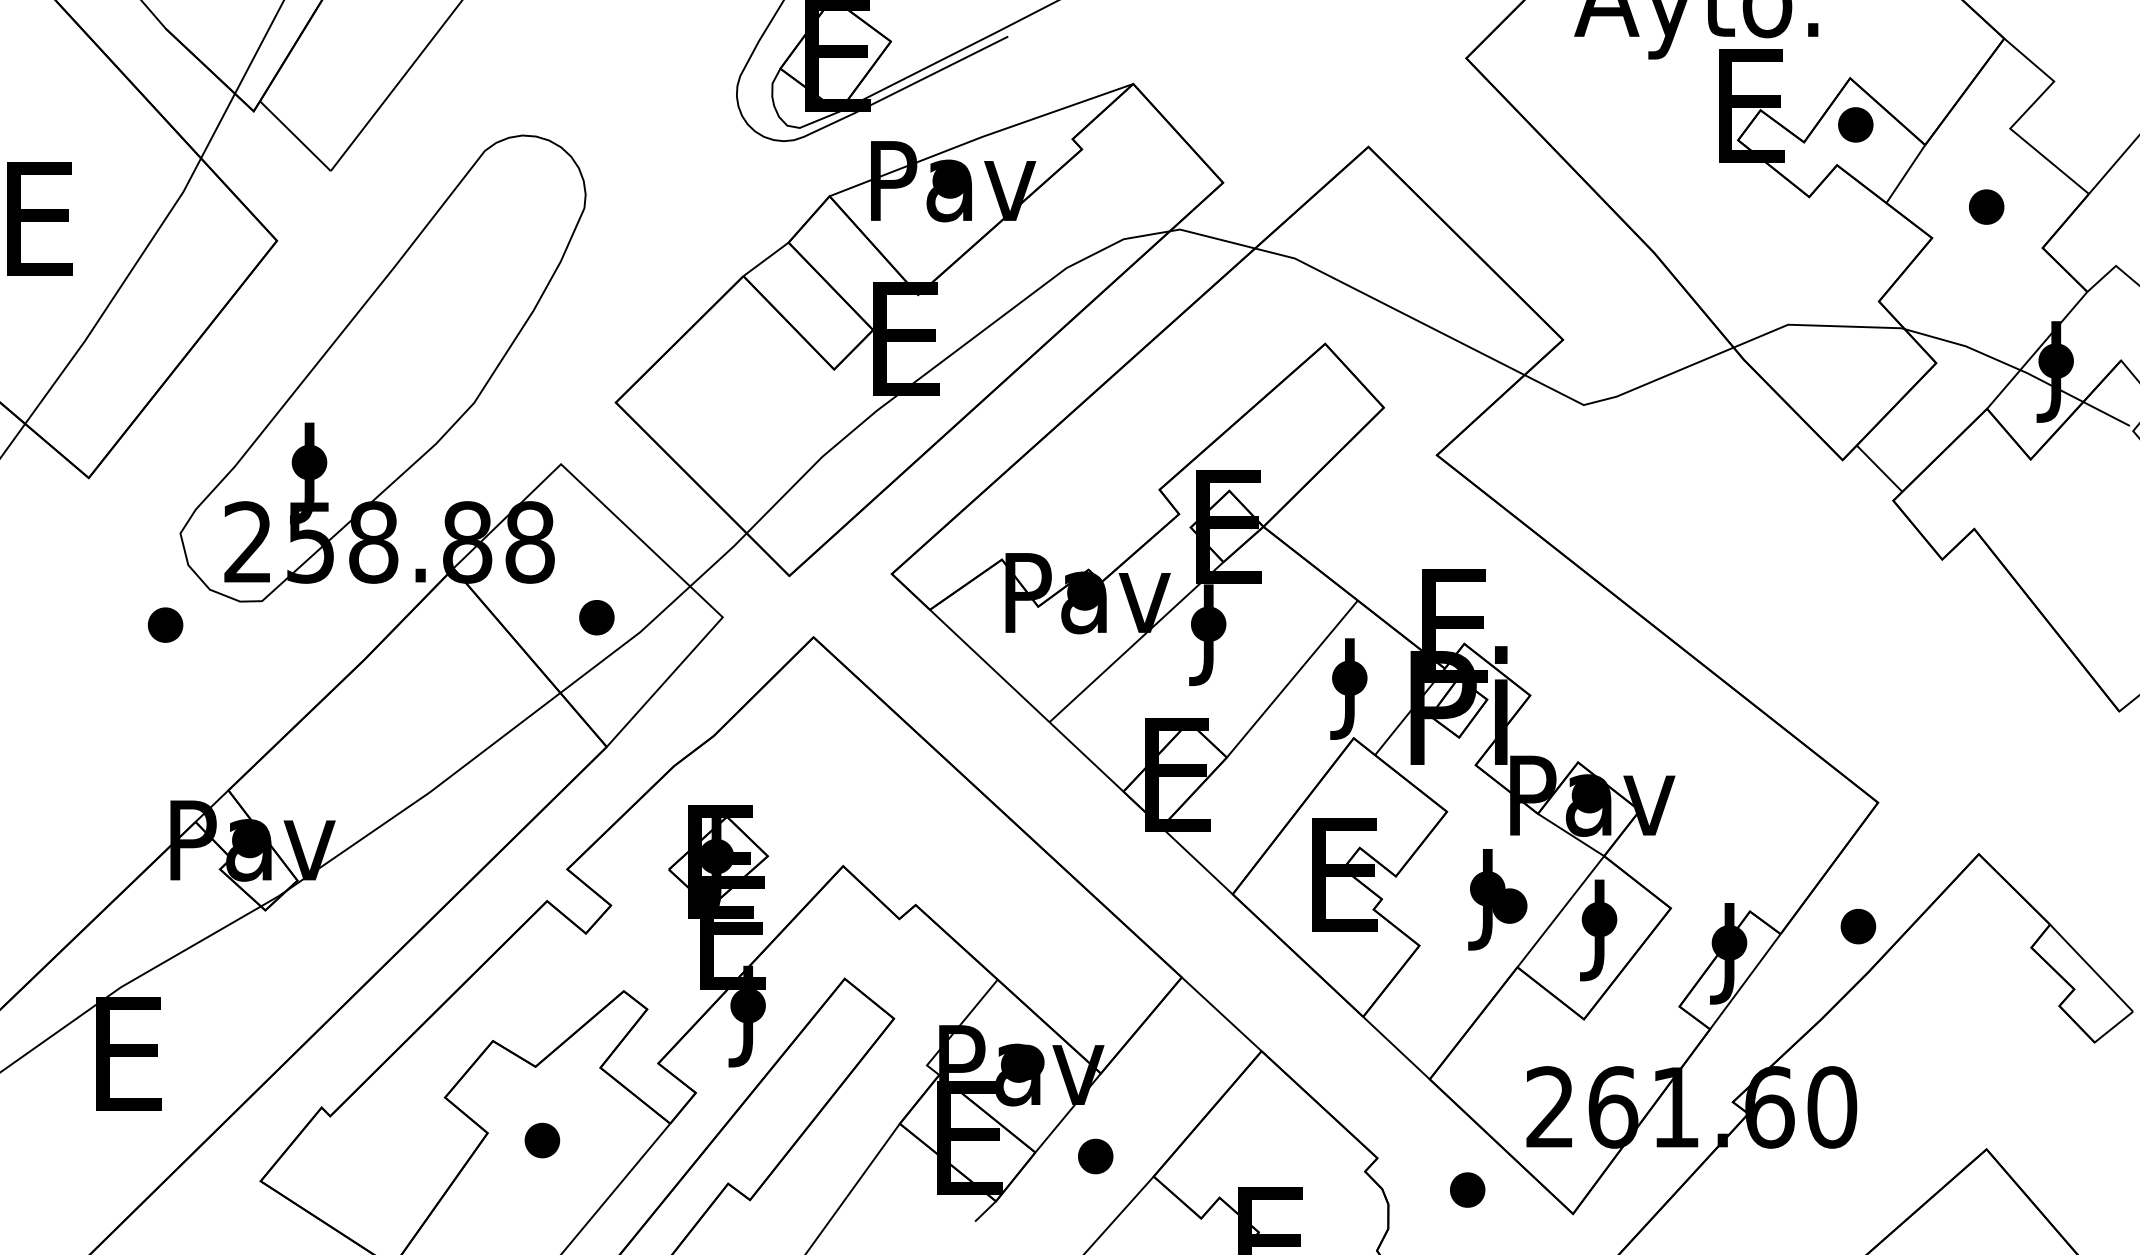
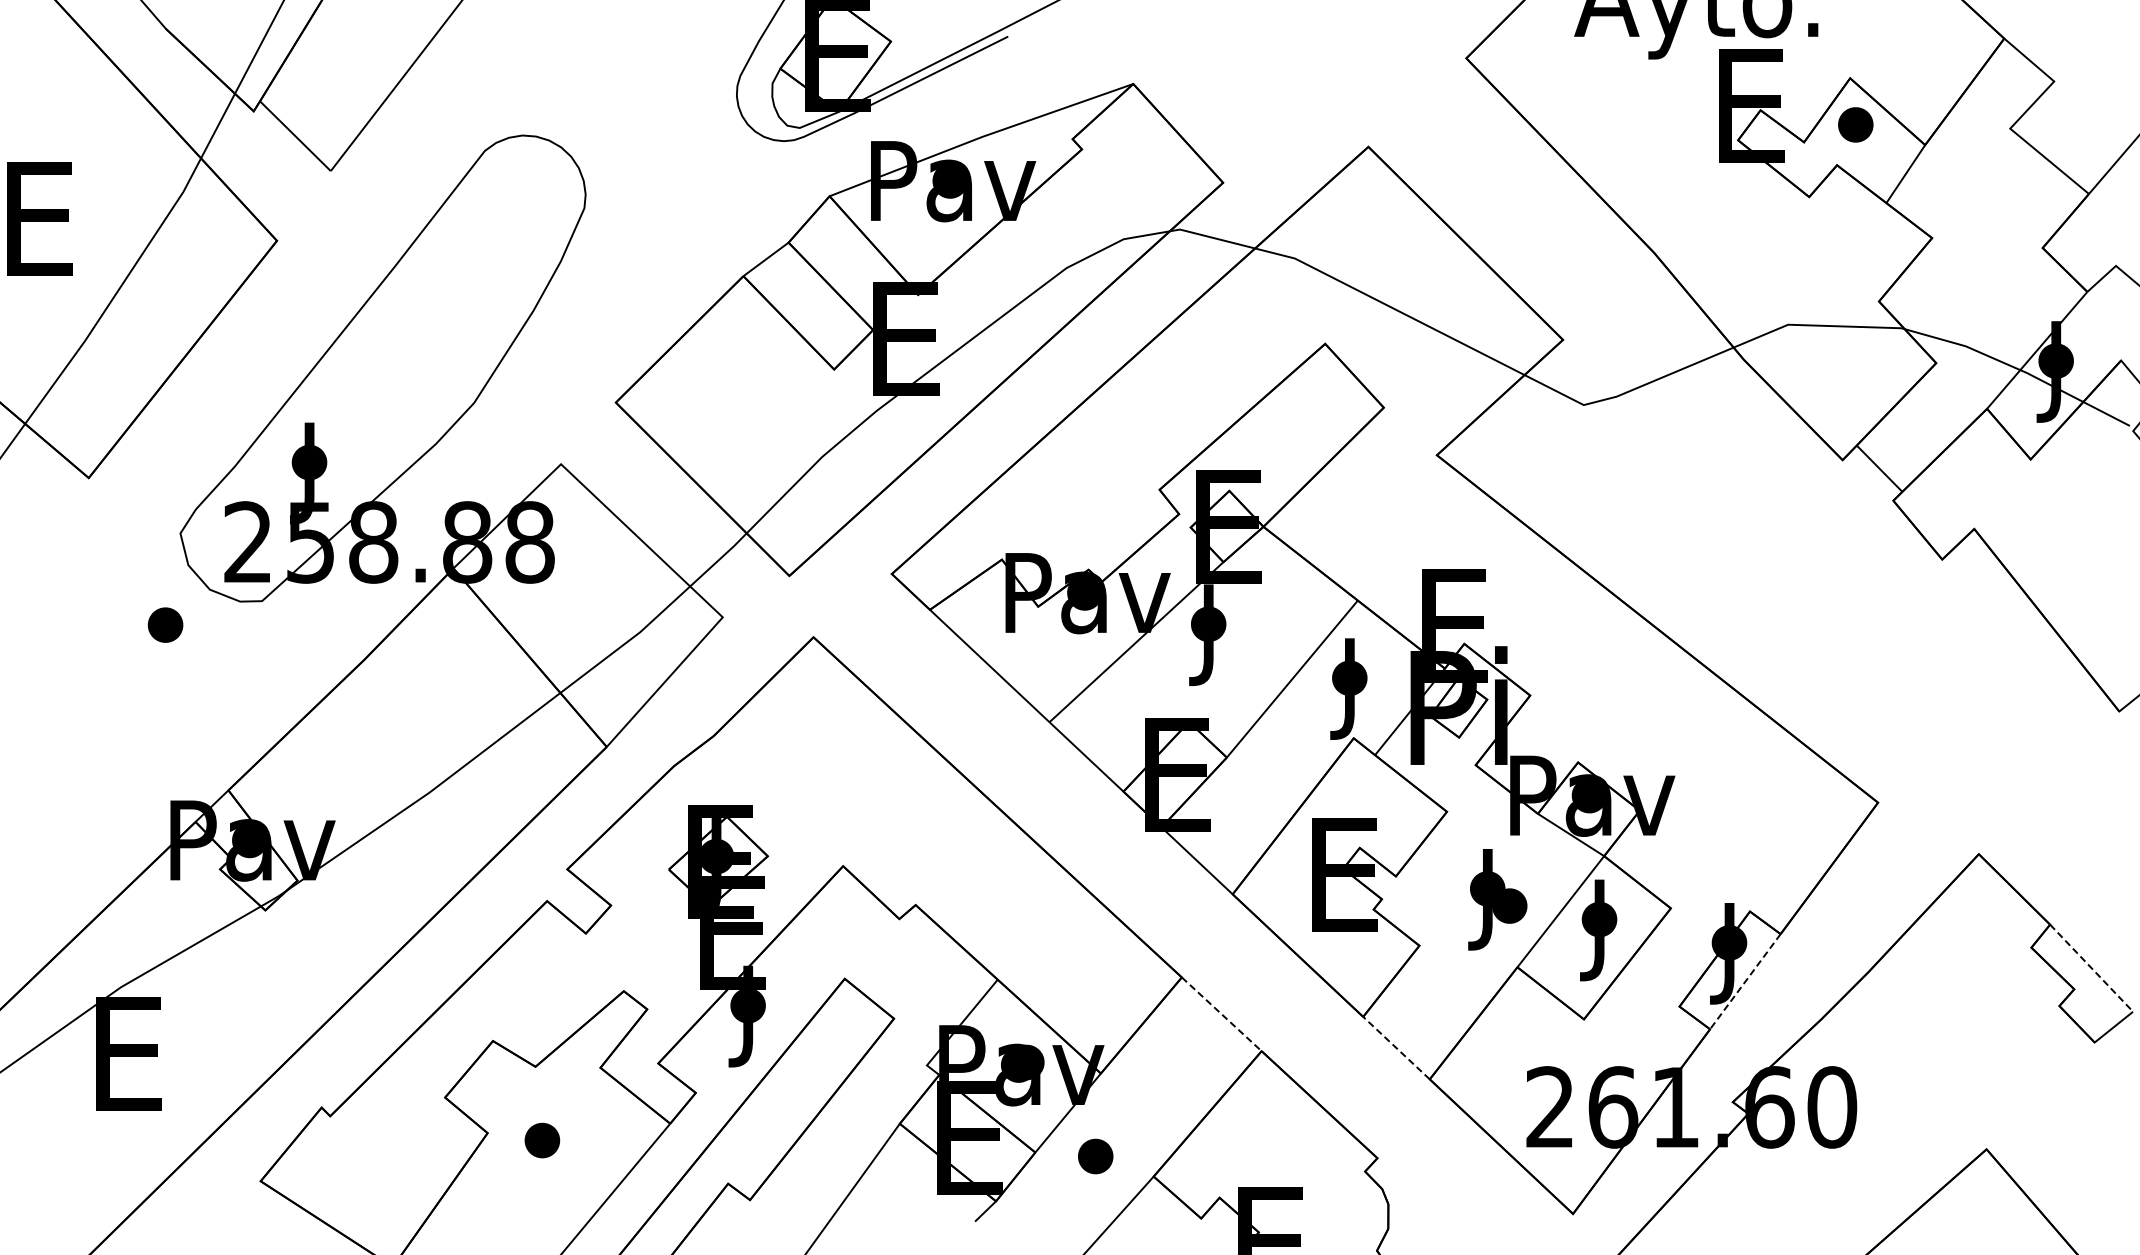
part at (1986, 206): present -> none
part at (596, 617): present -> none
part at (1858, 926): present -> none
line at (2091, 968): solid -> dashed
line at (1745, 982): solid -> dashed
line at (1222, 1014): solid -> dashed
line at (1396, 1048): solid -> dashed
part at (1467, 1189): present -> none
